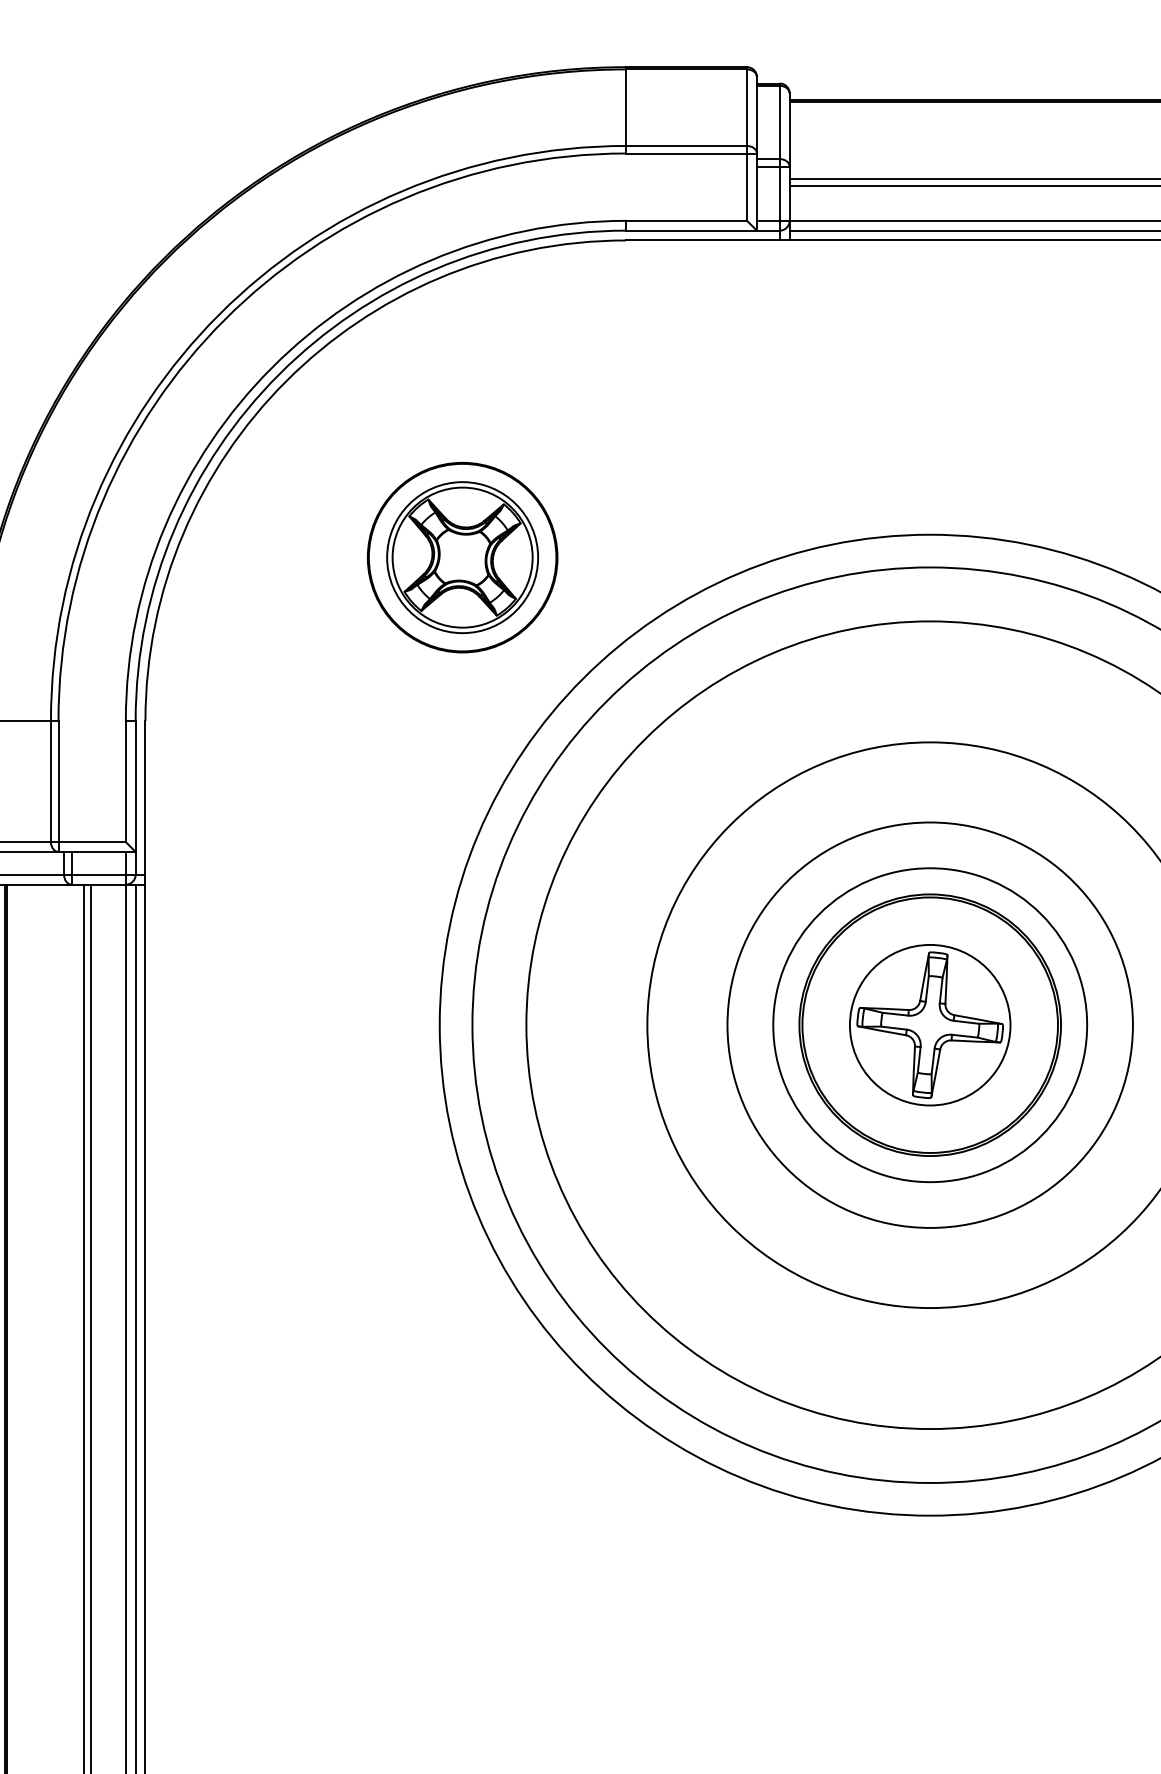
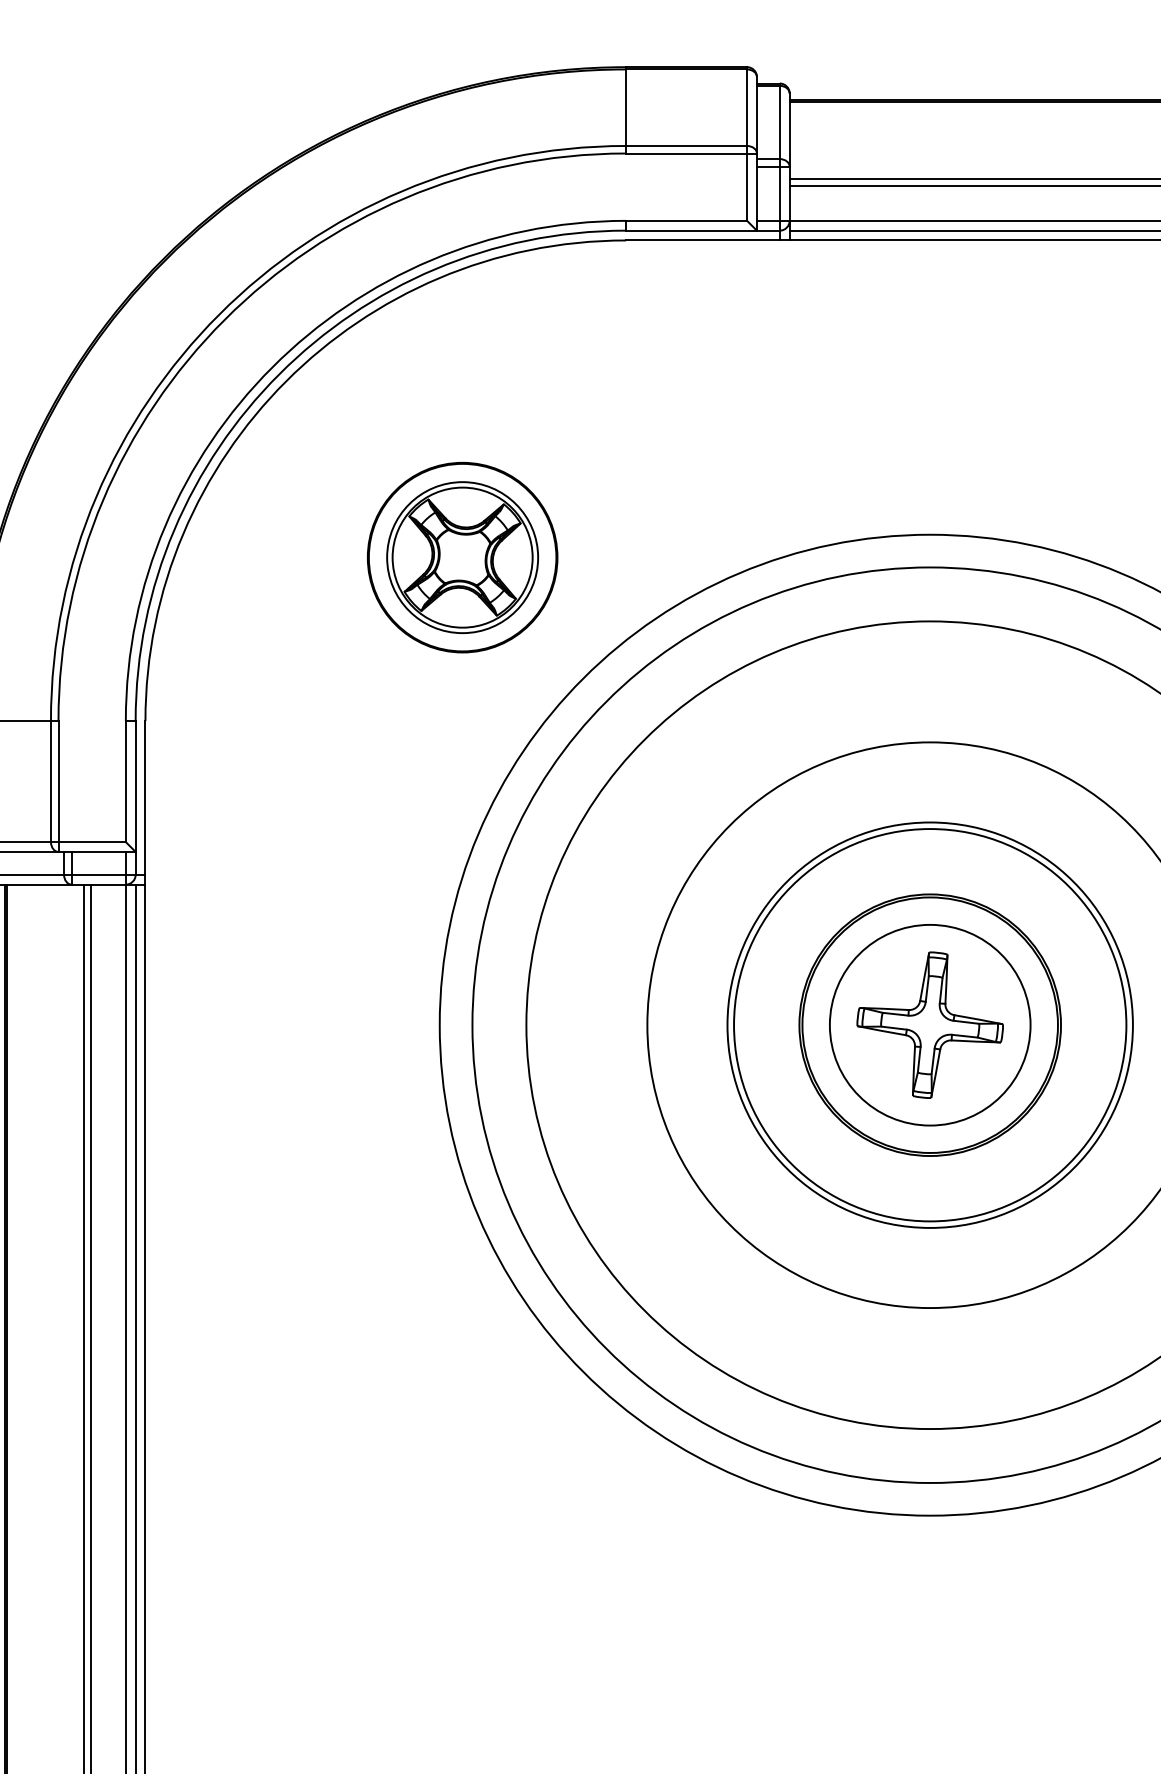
circle at (929, 1024) diameter: 161 px -> 201 px
circle at (930, 1025) diameter: 314 px -> 392 px
